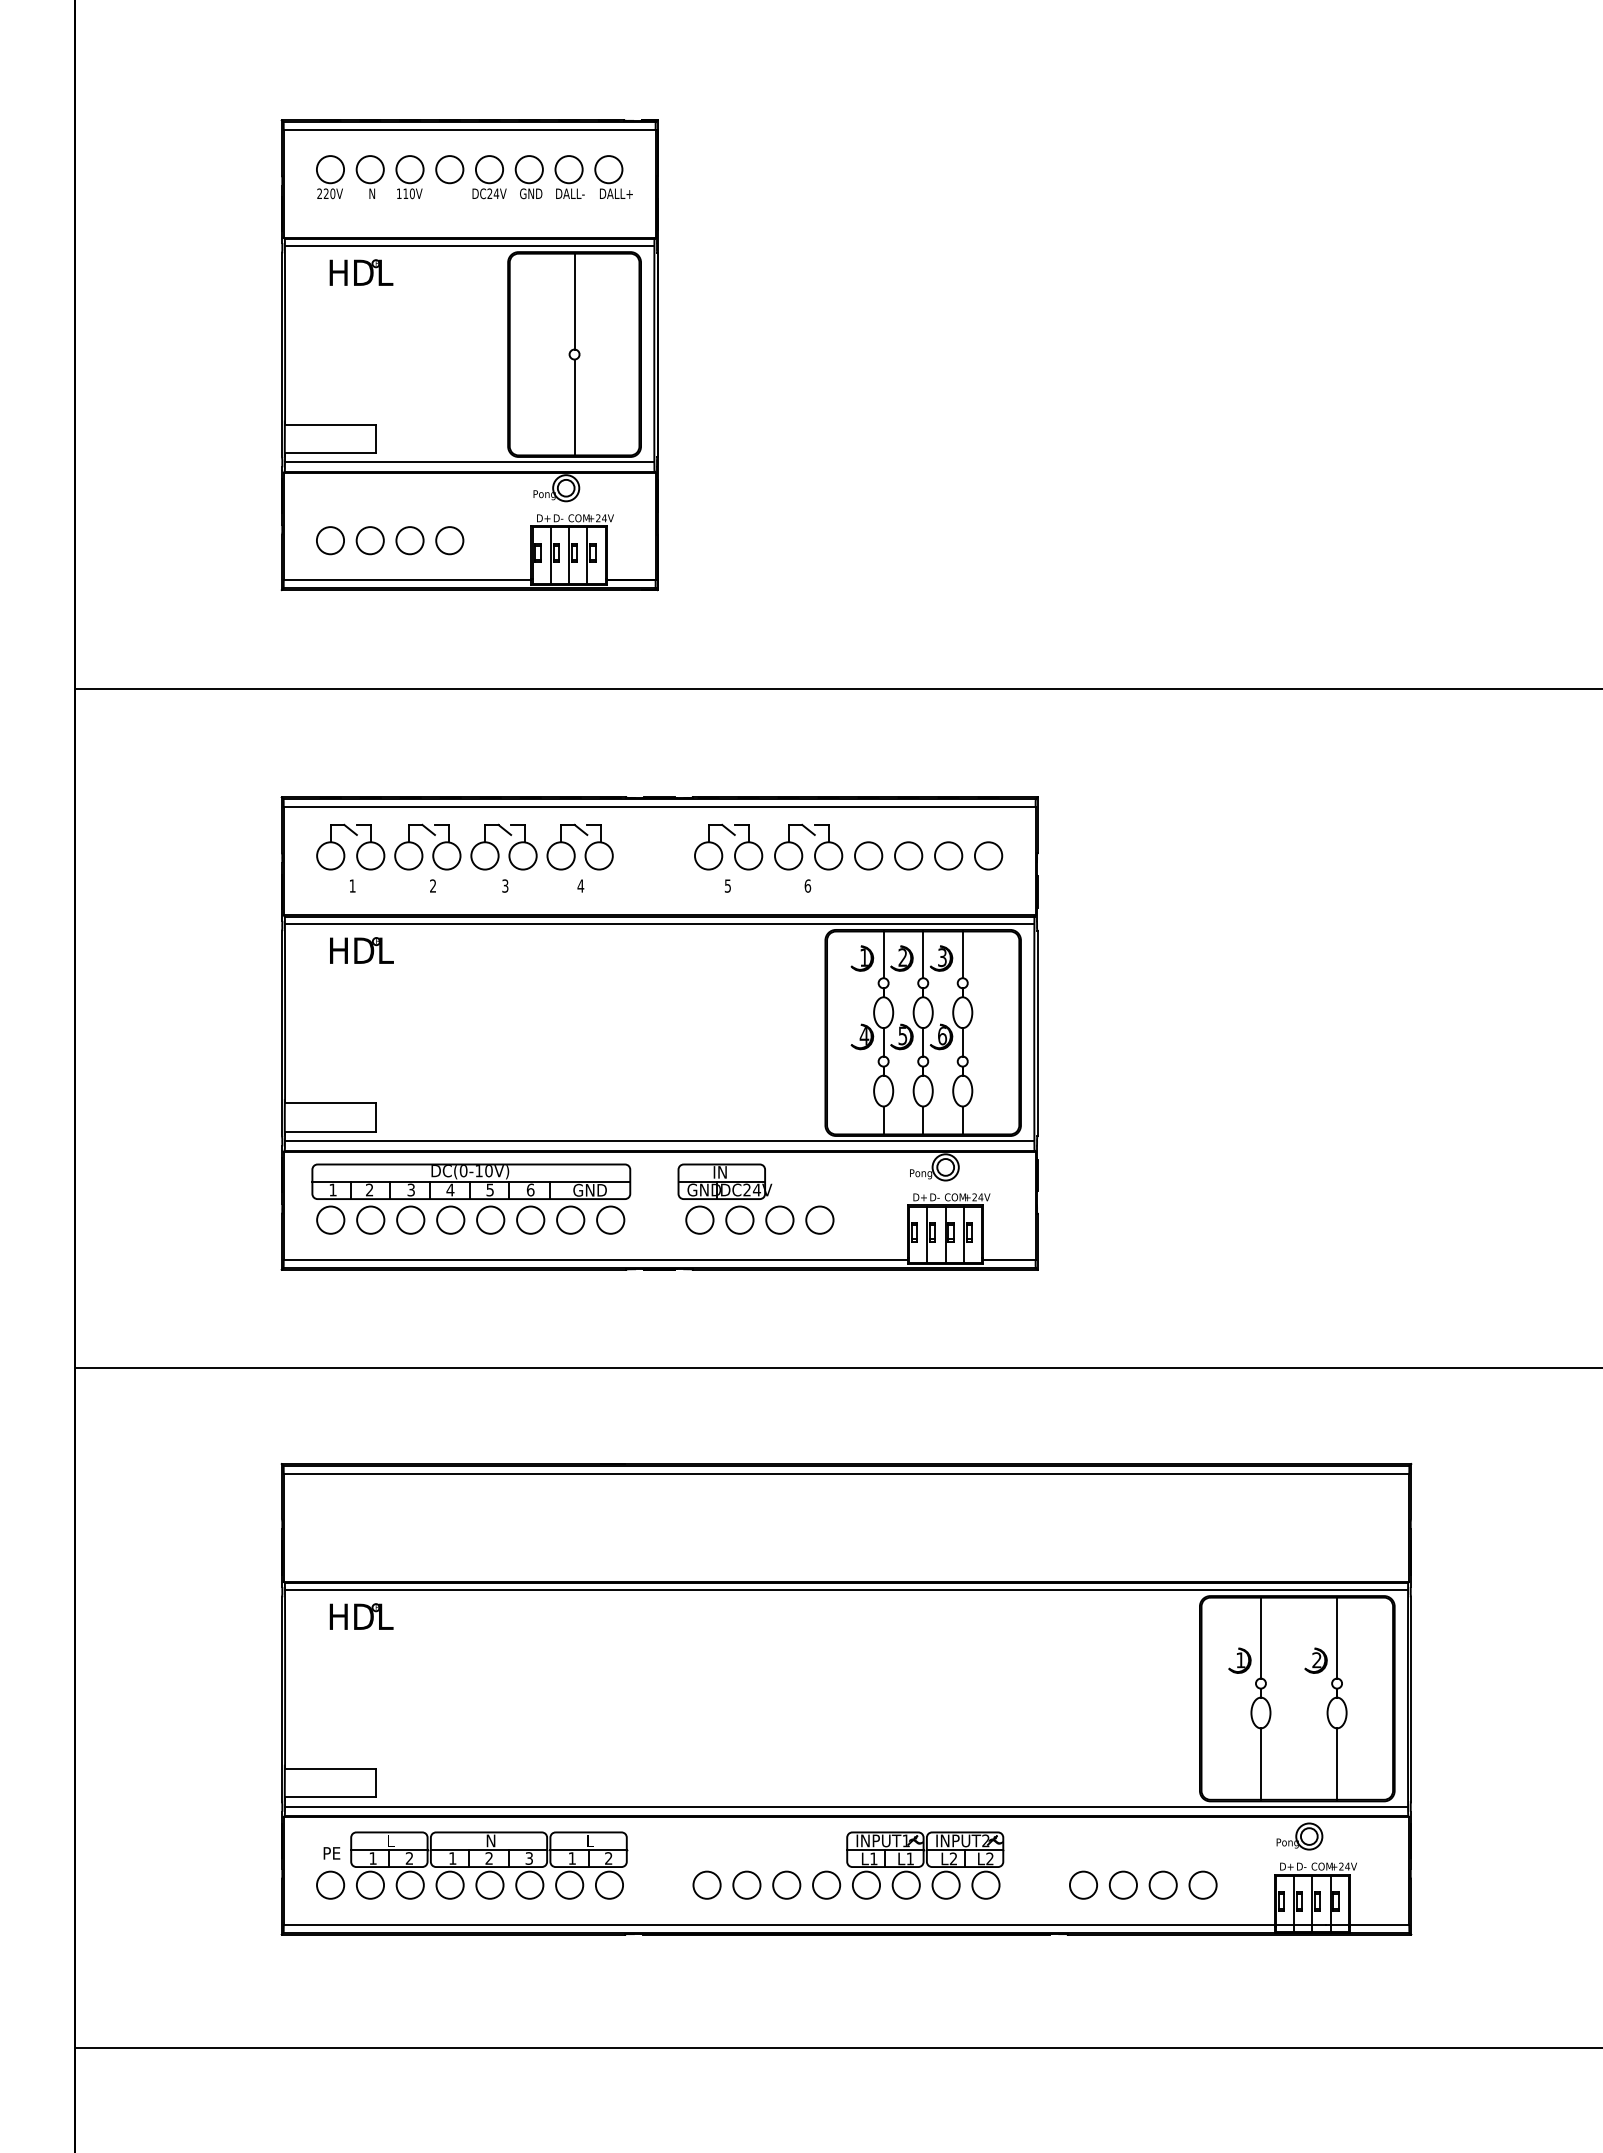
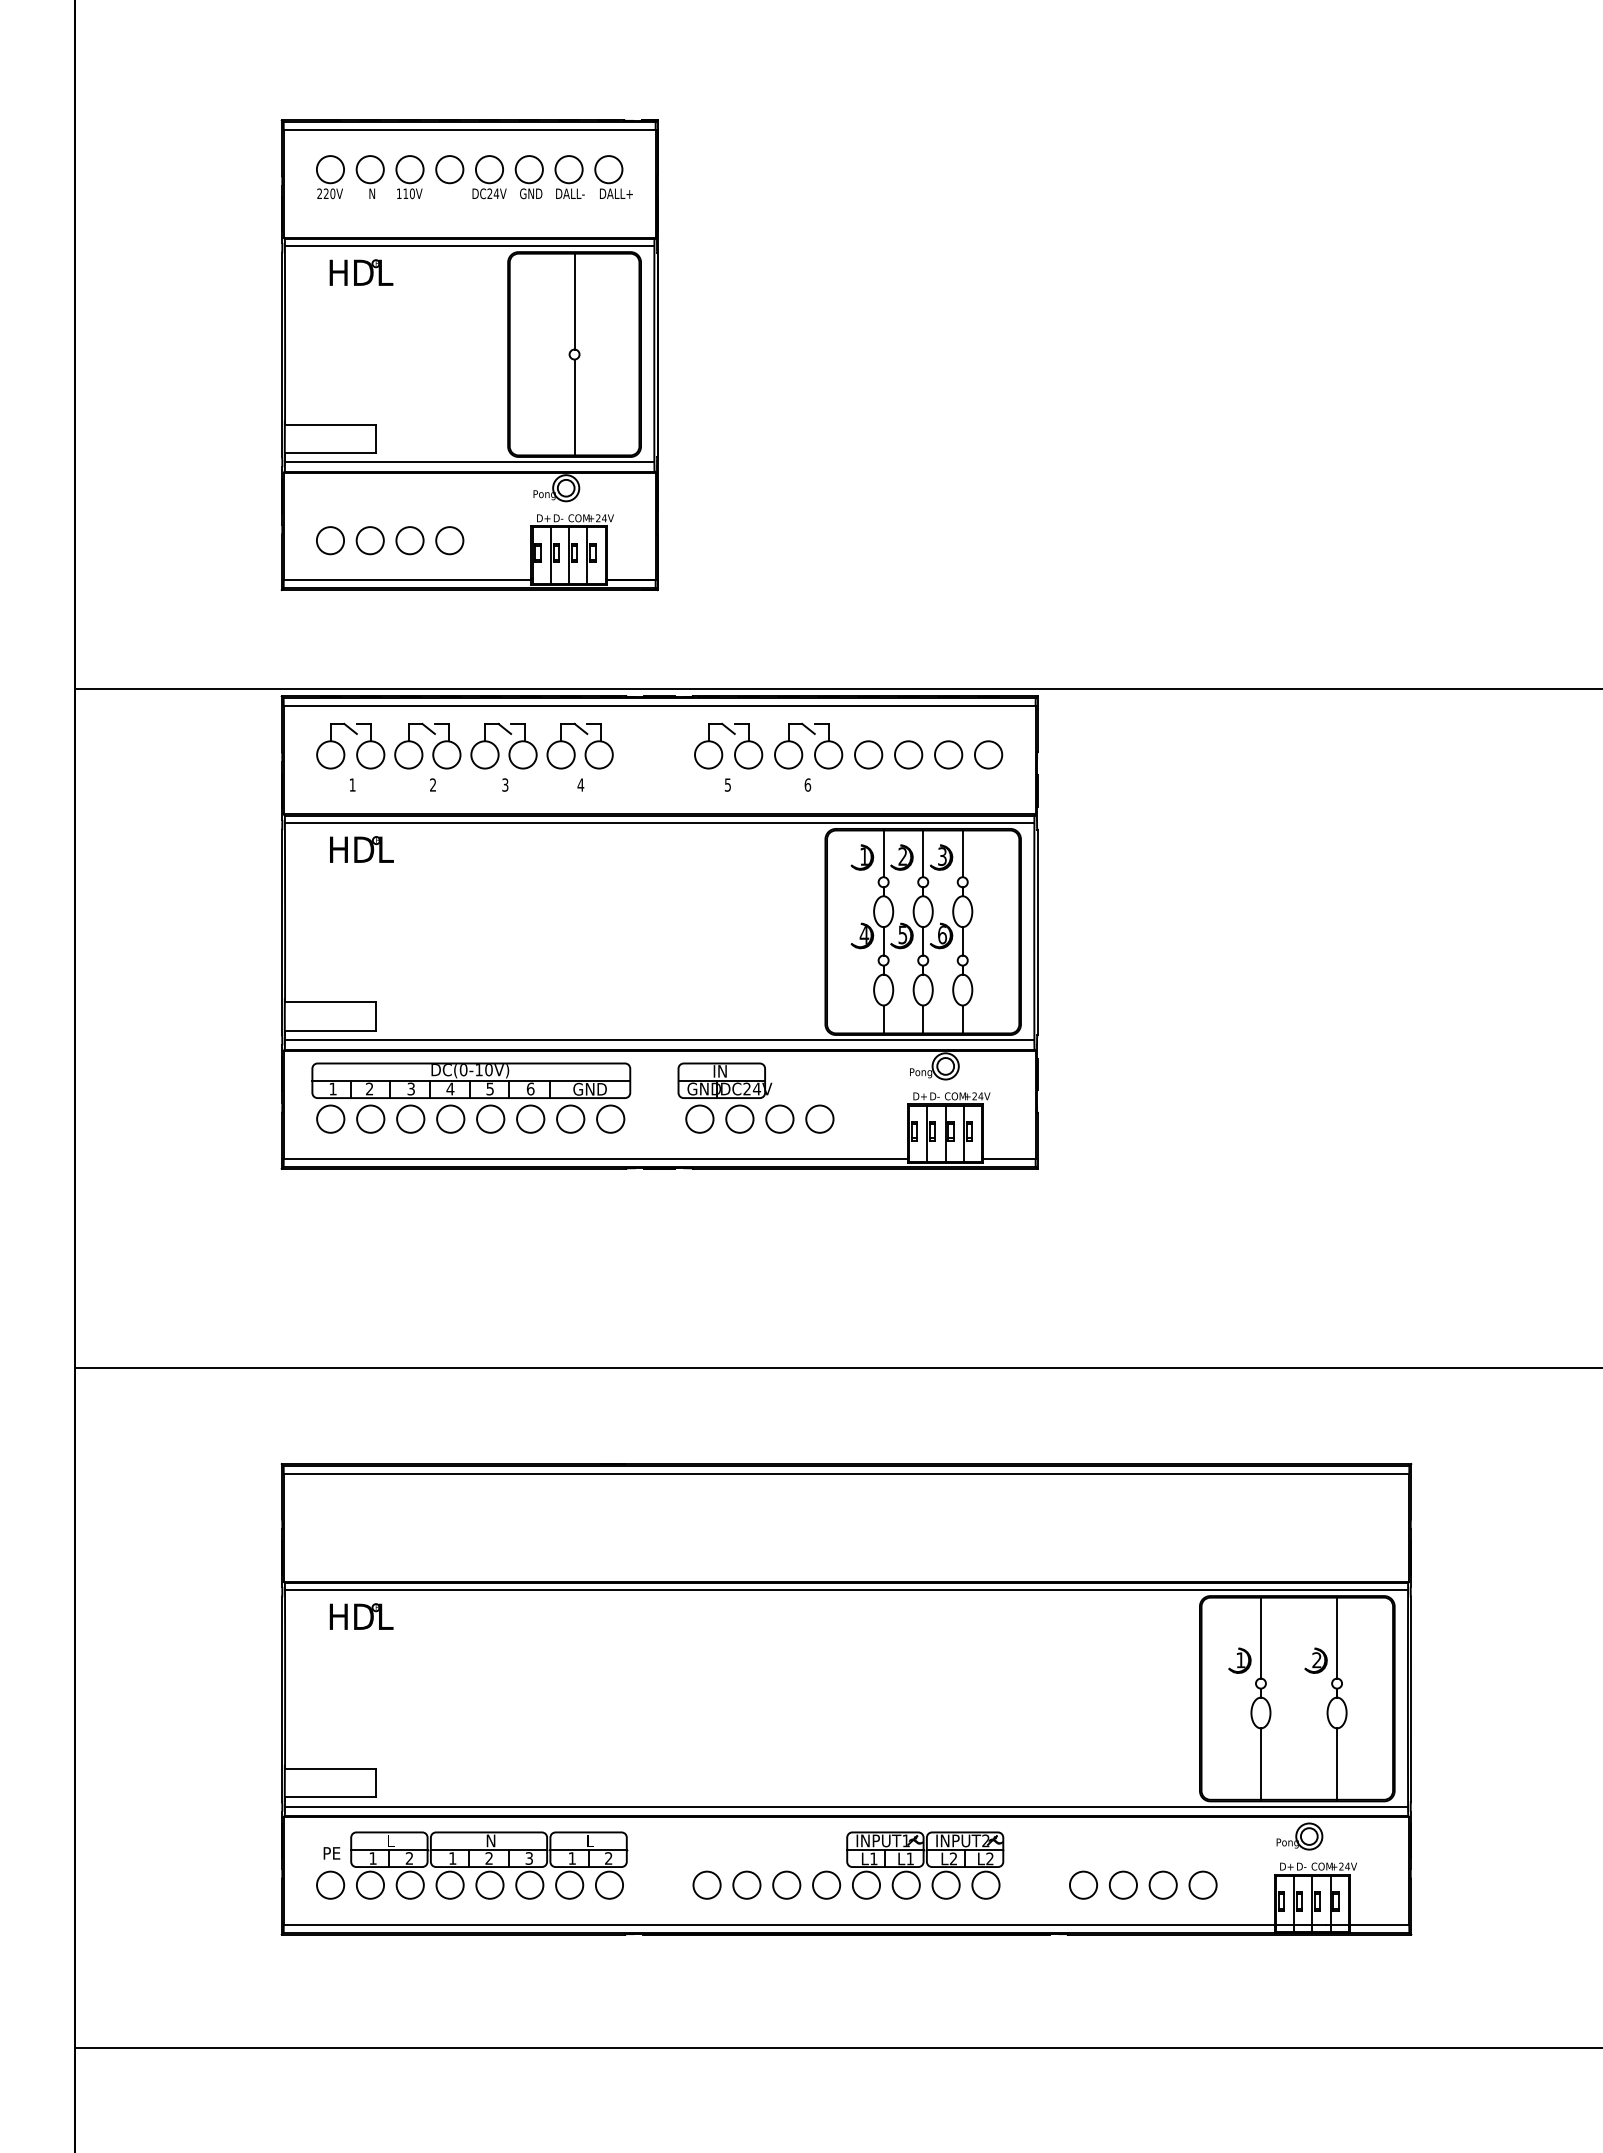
part at (659, 1033) position: (659, 1033) -> (659, 932)
